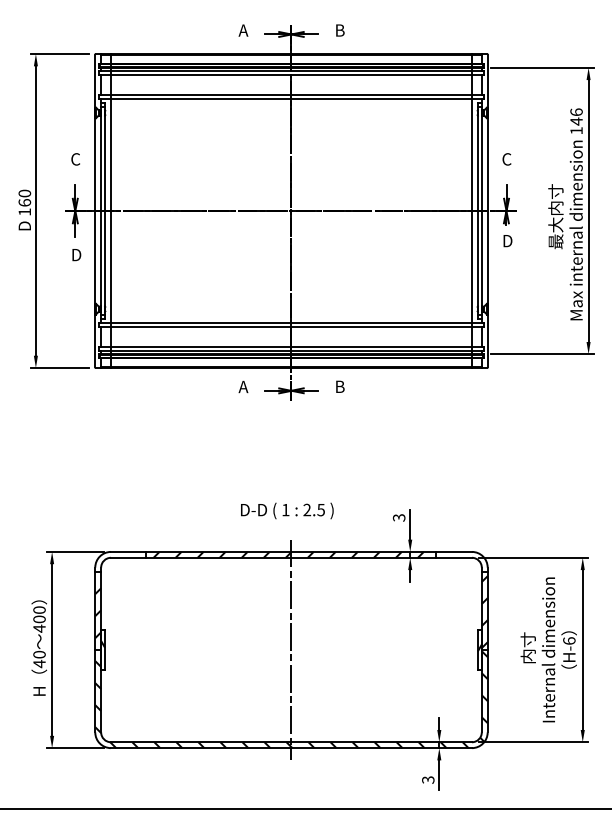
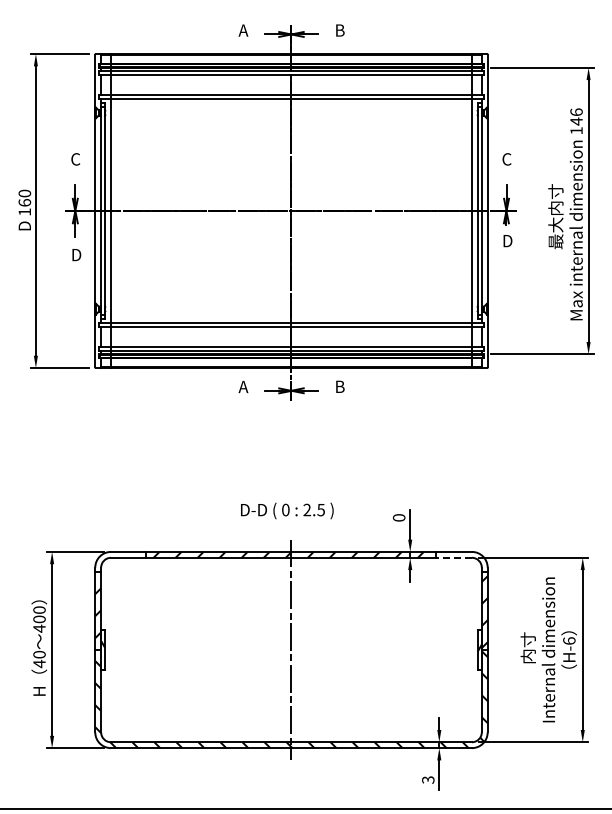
text at (285, 509): 1 -> 0
text at (399, 517): 3 -> 0
line at (454, 557): solid -> dashed
